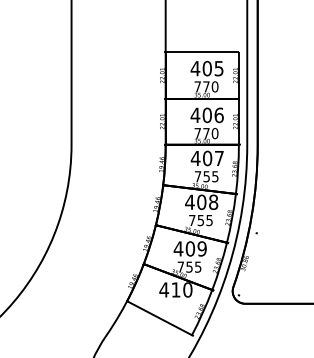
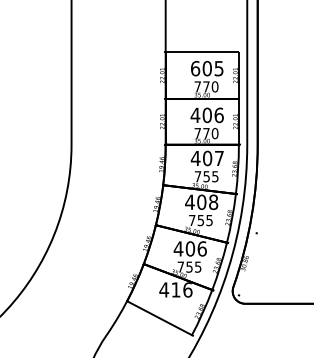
text at (195, 68): 405 -> 605
text at (201, 248): 409 -> 406
text at (187, 289): 410 -> 416
